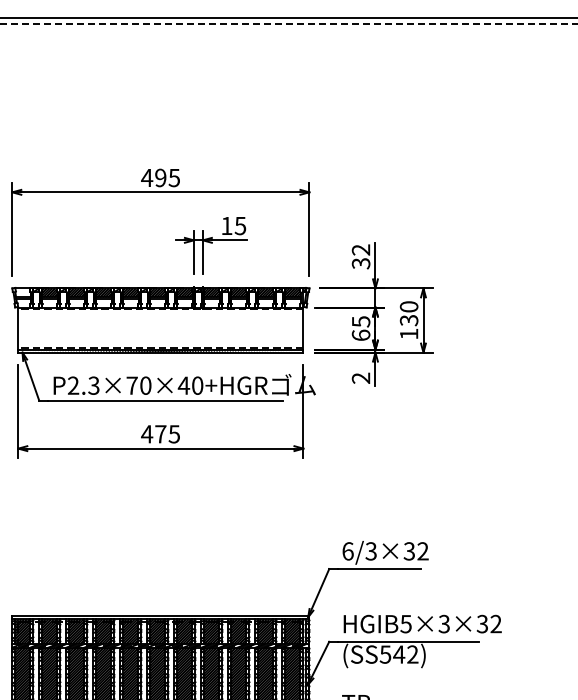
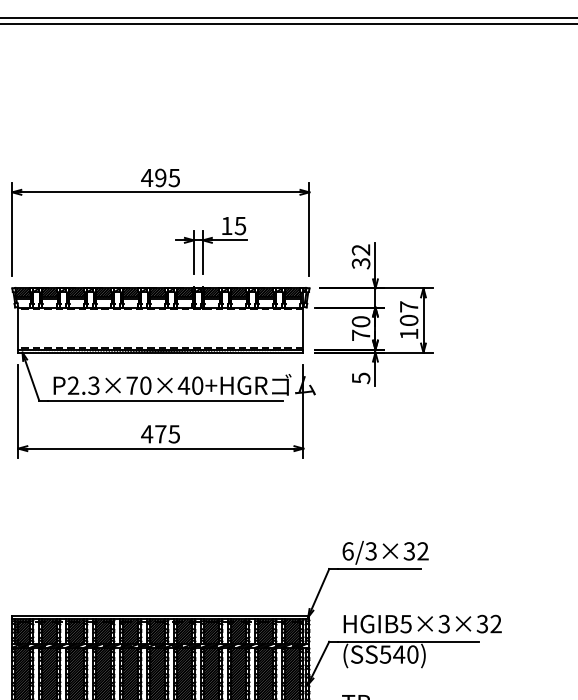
line at (289, 23): dashed -> solid
hatch at (22, 292): none -> present
text at (408, 313): 130 -> 107
text at (360, 328): 65 -> 70
text at (360, 378): 2 -> 5
text at (412, 654): (SS542) -> (SS540)
